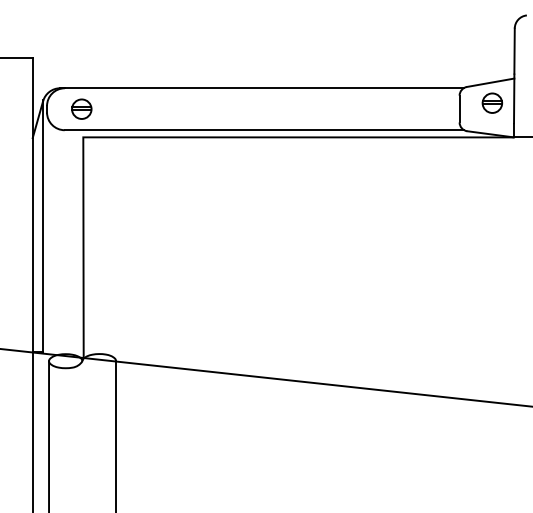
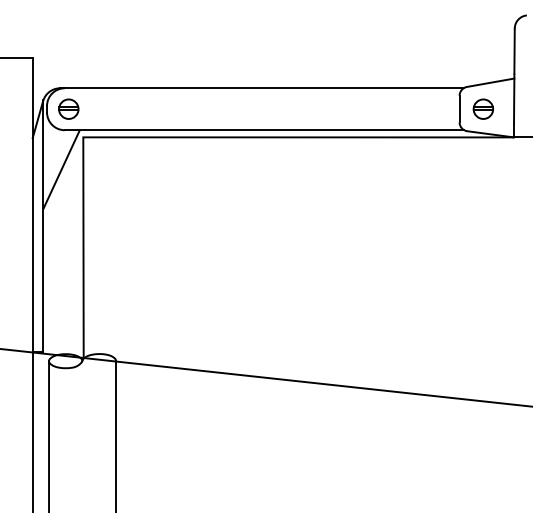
part at (491, 102) position: (491, 102) -> (482, 108)
part at (81, 108) position: (81, 108) -> (68, 108)
line at (61, 169): none -> present
